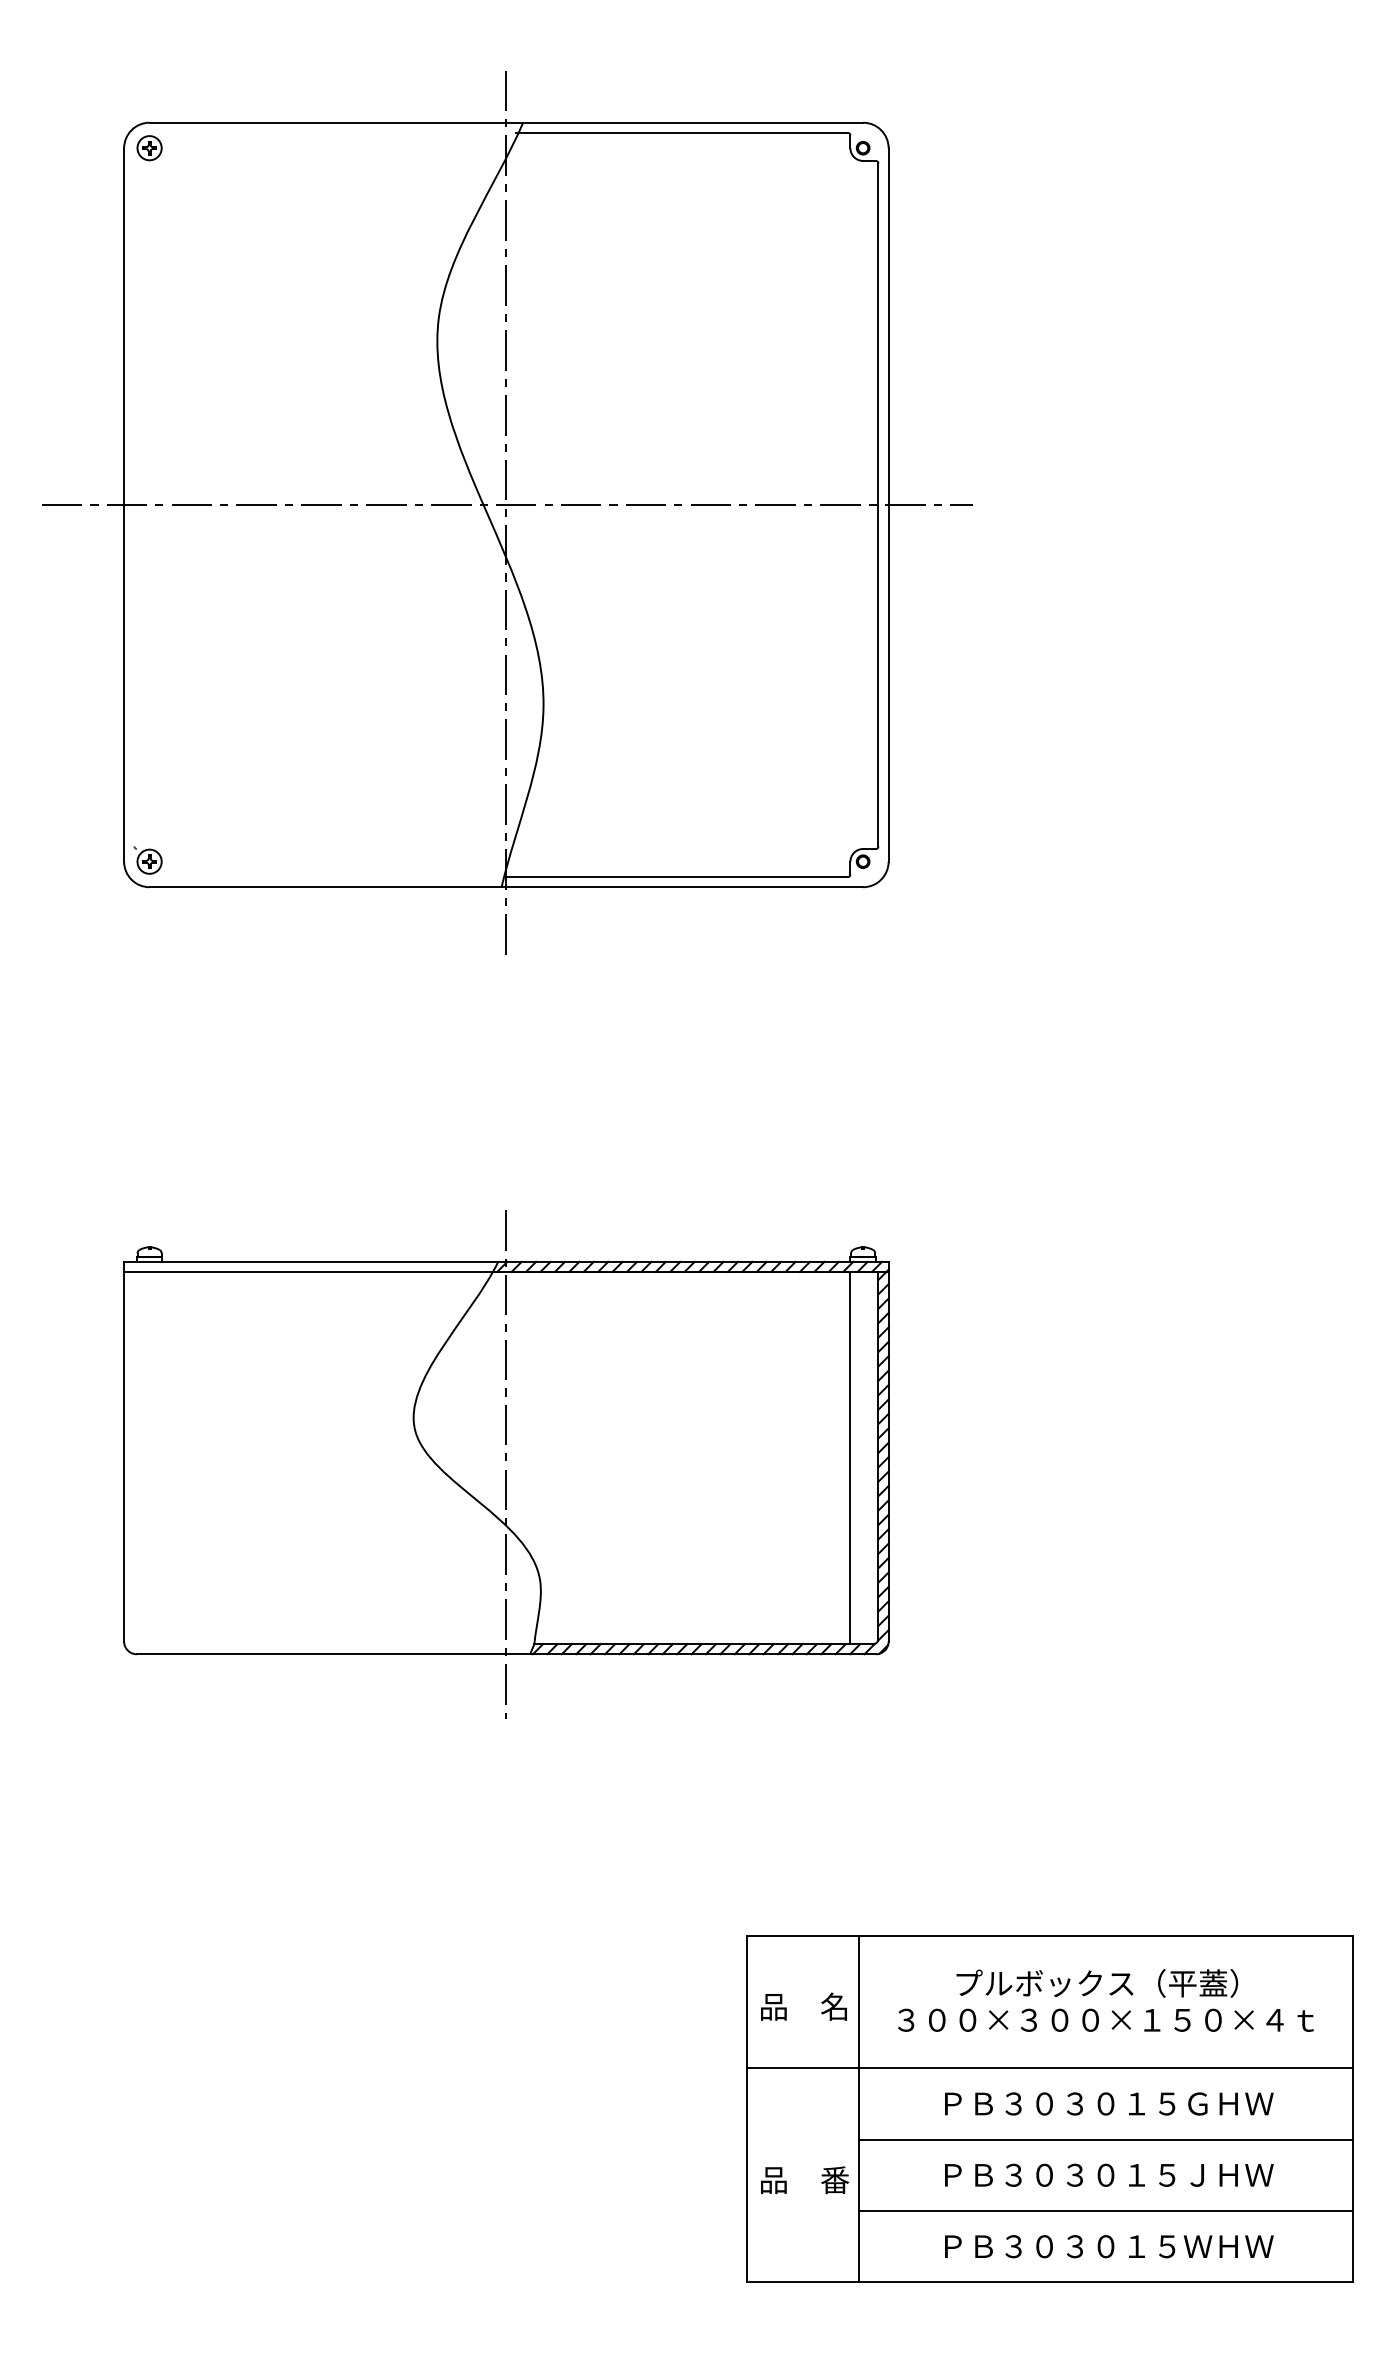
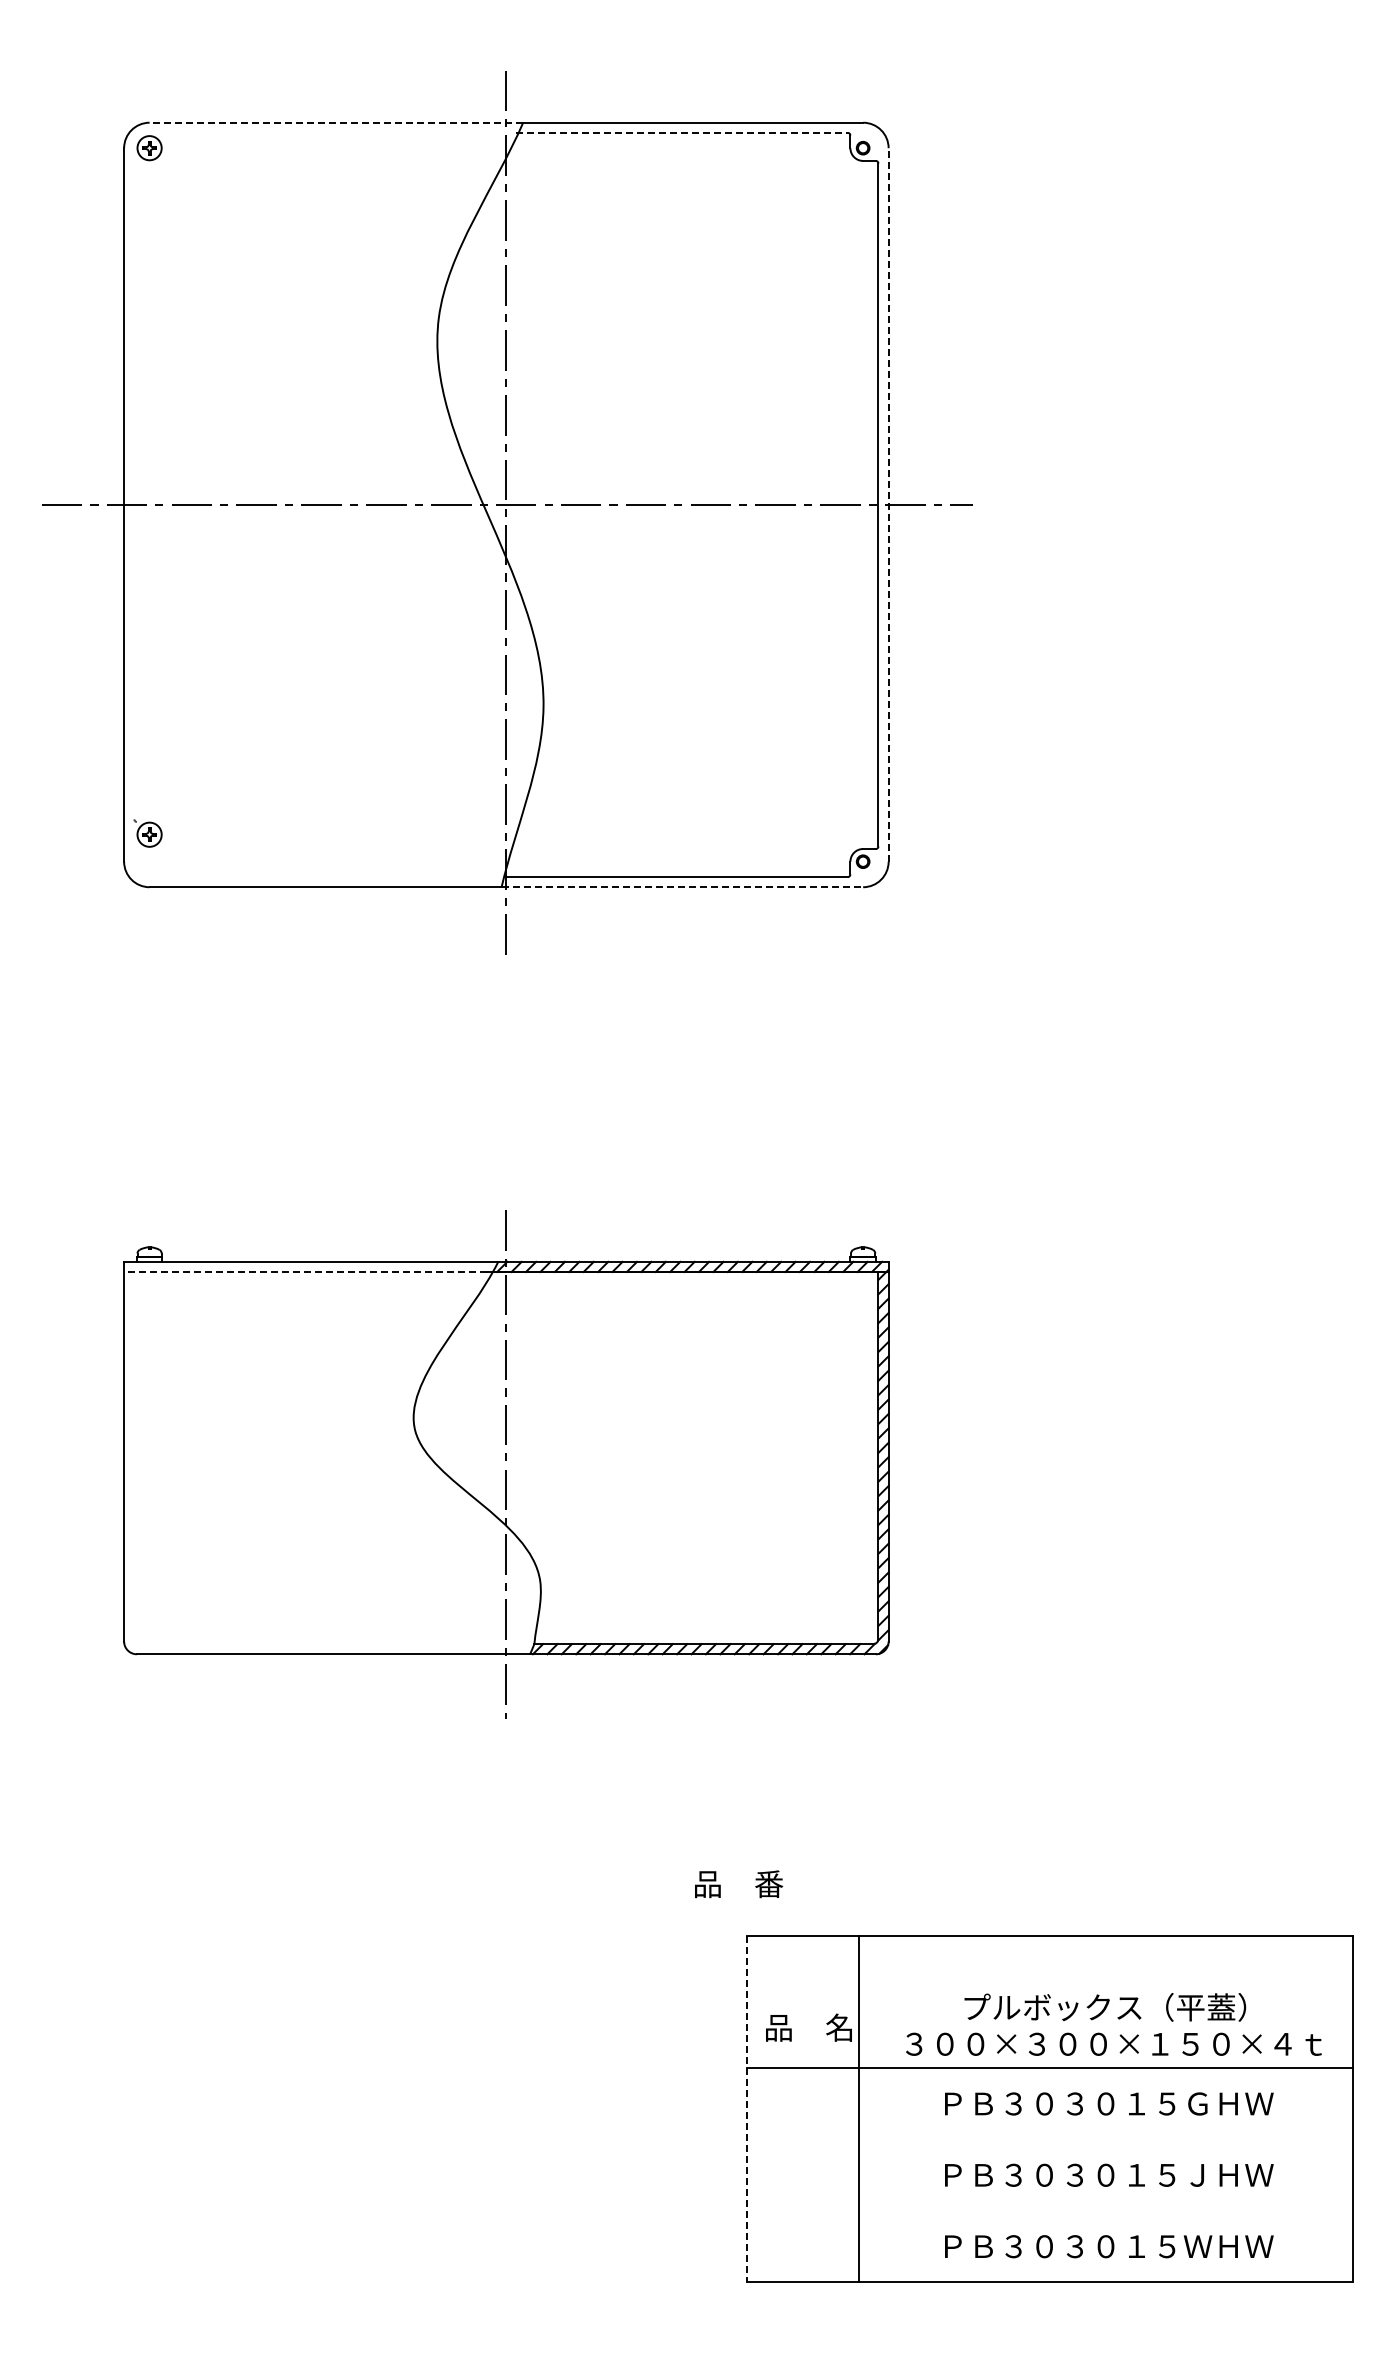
line at (336, 122): solid -> dashed
line at (682, 132): solid -> dashed
line at (888, 504): solid -> dashed
part at (147, 860) position: (147, 860) -> (147, 833)
line at (682, 887): solid -> dashed
line at (305, 1272): solid -> dashed
line at (850, 1458): present -> none
text at (1105, 2000) position: (1105, 2000) -> (1113, 2024)
text at (803, 2006) position: (803, 2006) -> (808, 2027)
line at (746, 2109): solid -> dashed
line at (1105, 2139): present -> none
text at (805, 2180) position: (805, 2180) -> (739, 1884)
line at (1105, 2211): present -> none
